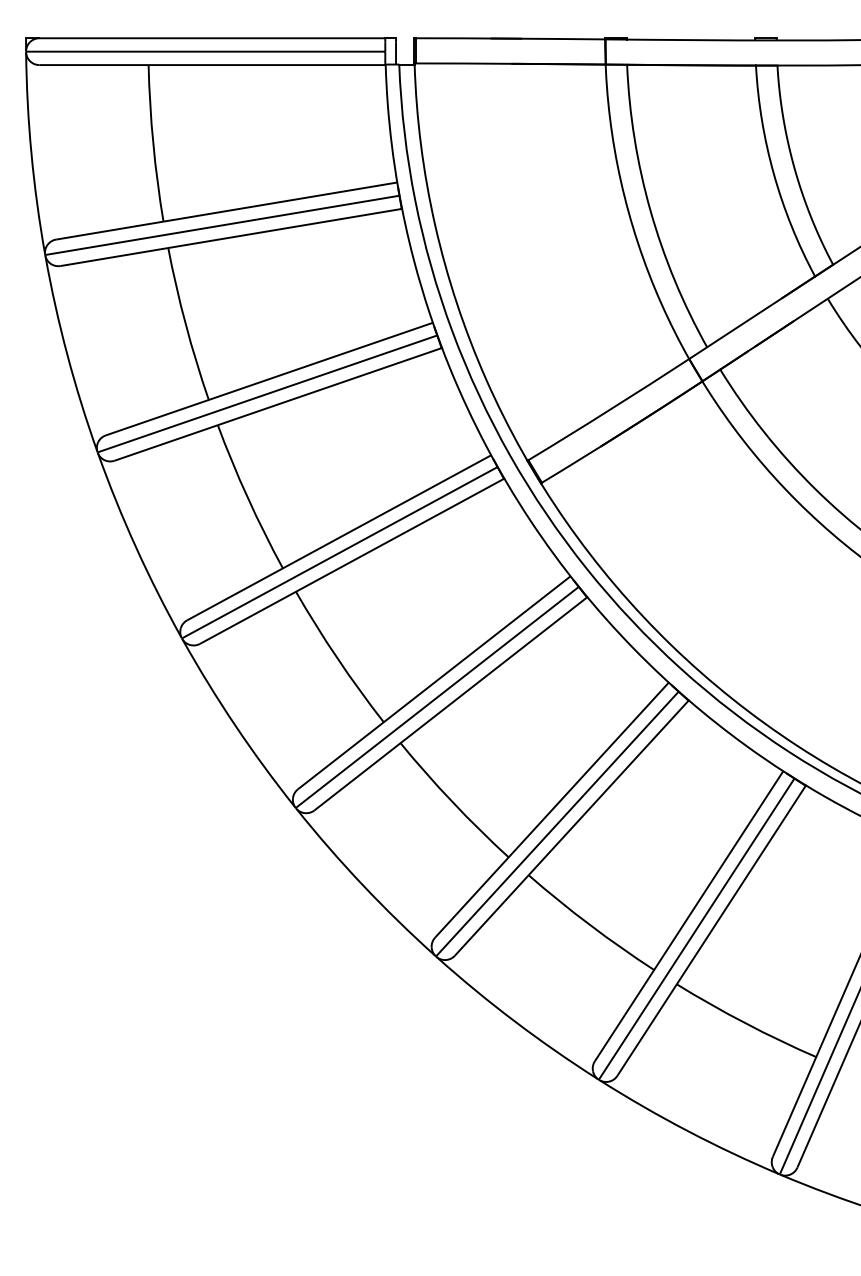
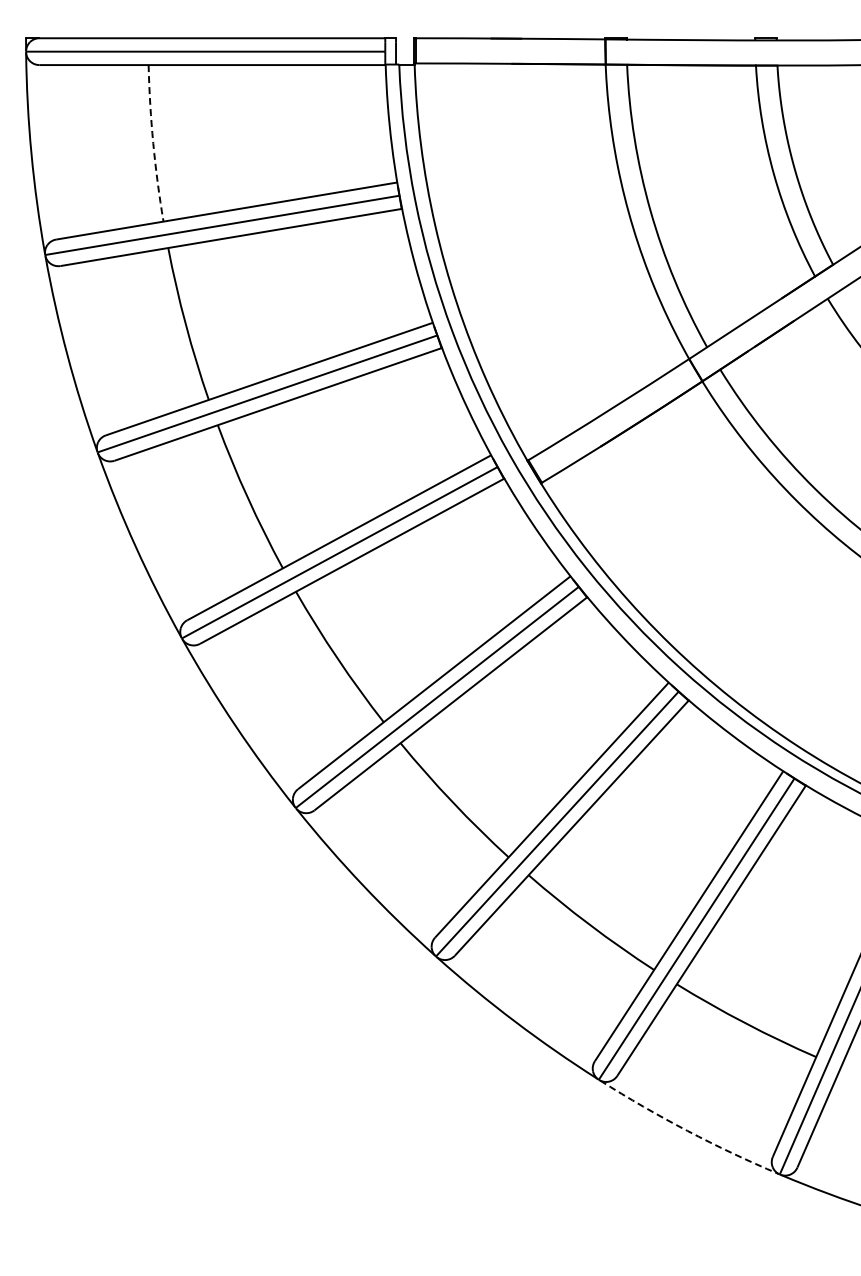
arc at (153, 143): solid -> dashed
arc at (687, 1130): solid -> dashed
